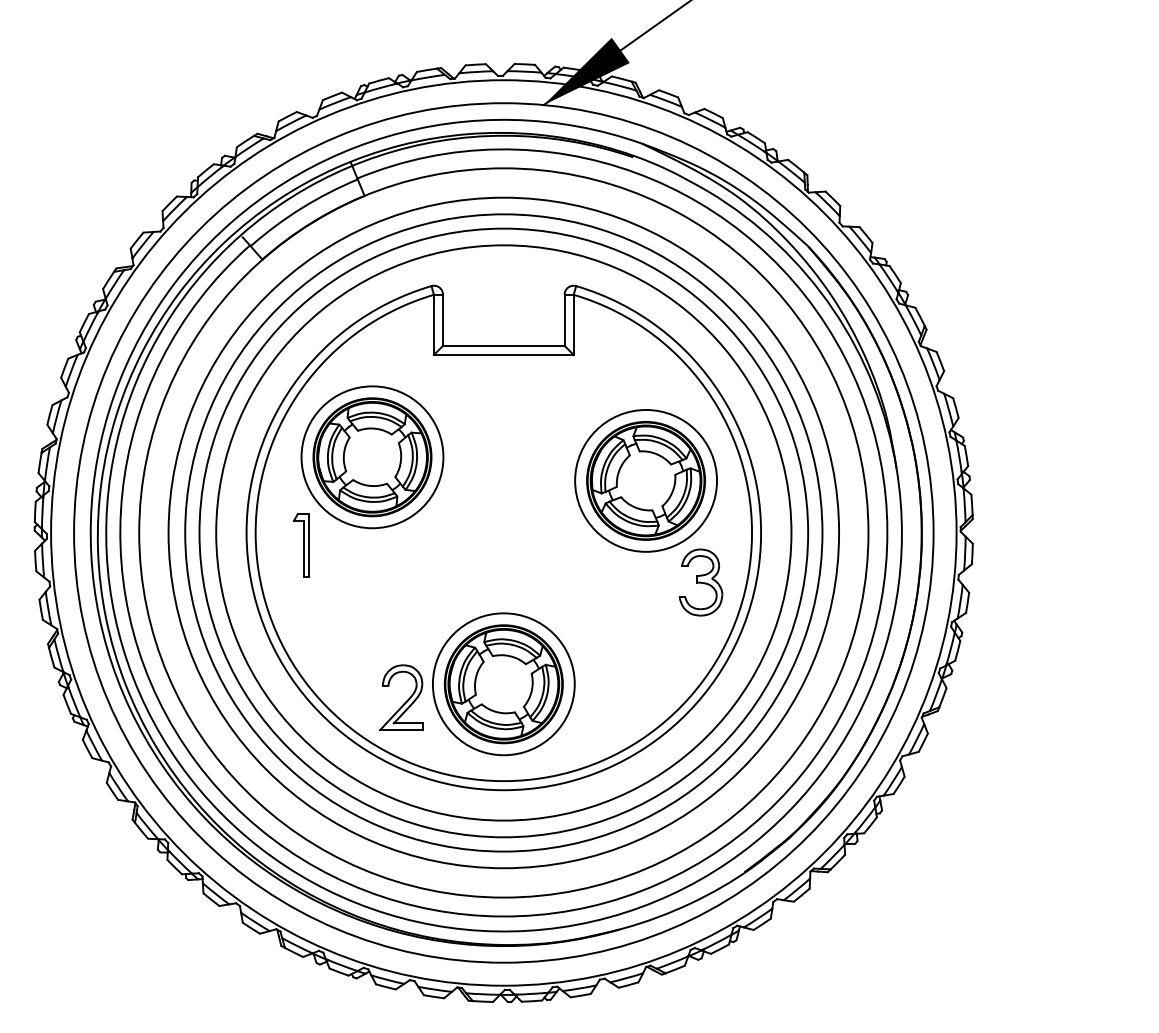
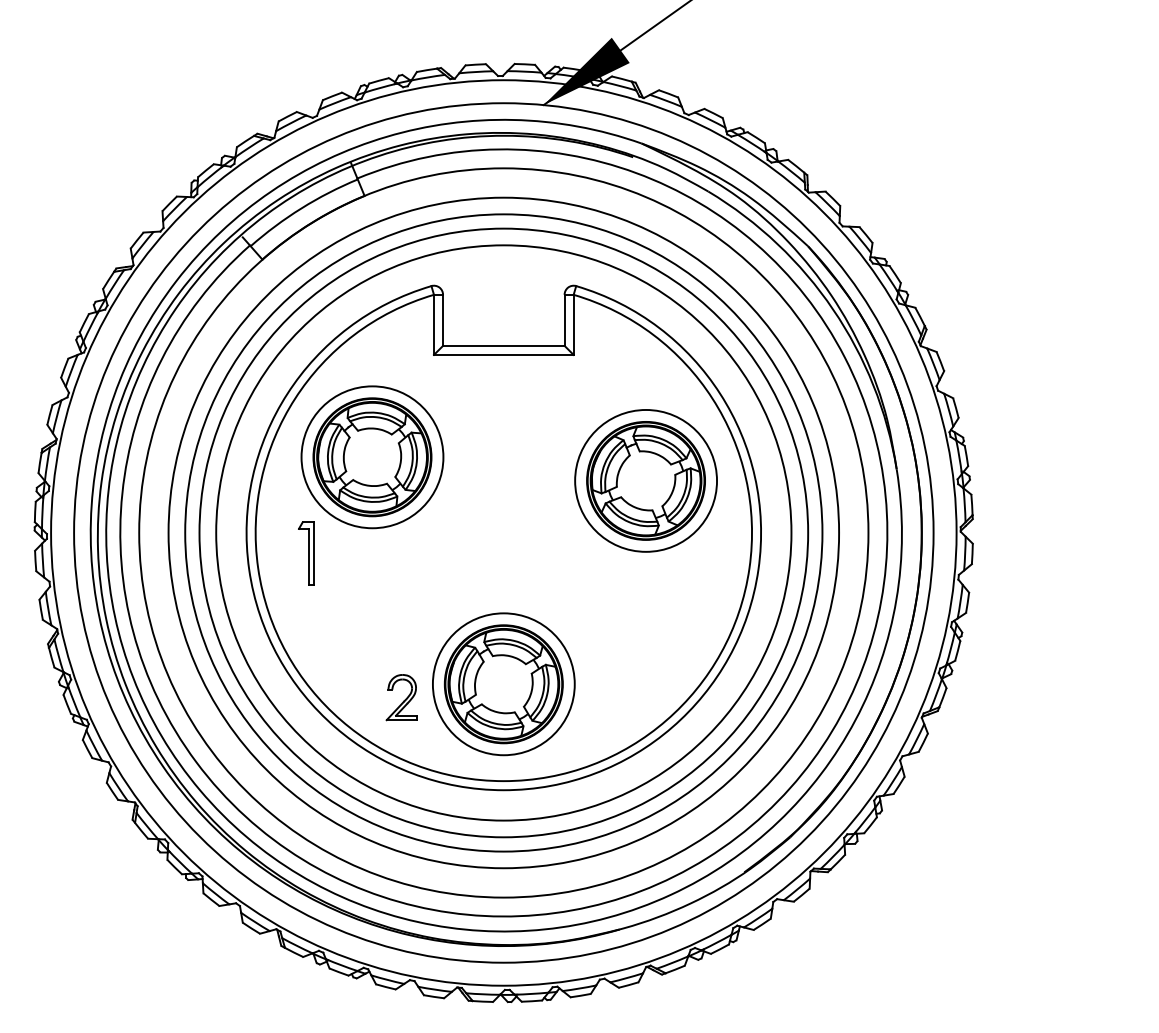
part at (301, 545) position: (301, 545) -> (306, 553)
part at (700, 582): present -> none
part at (401, 697) size: 45x67 px -> 33x48 px
